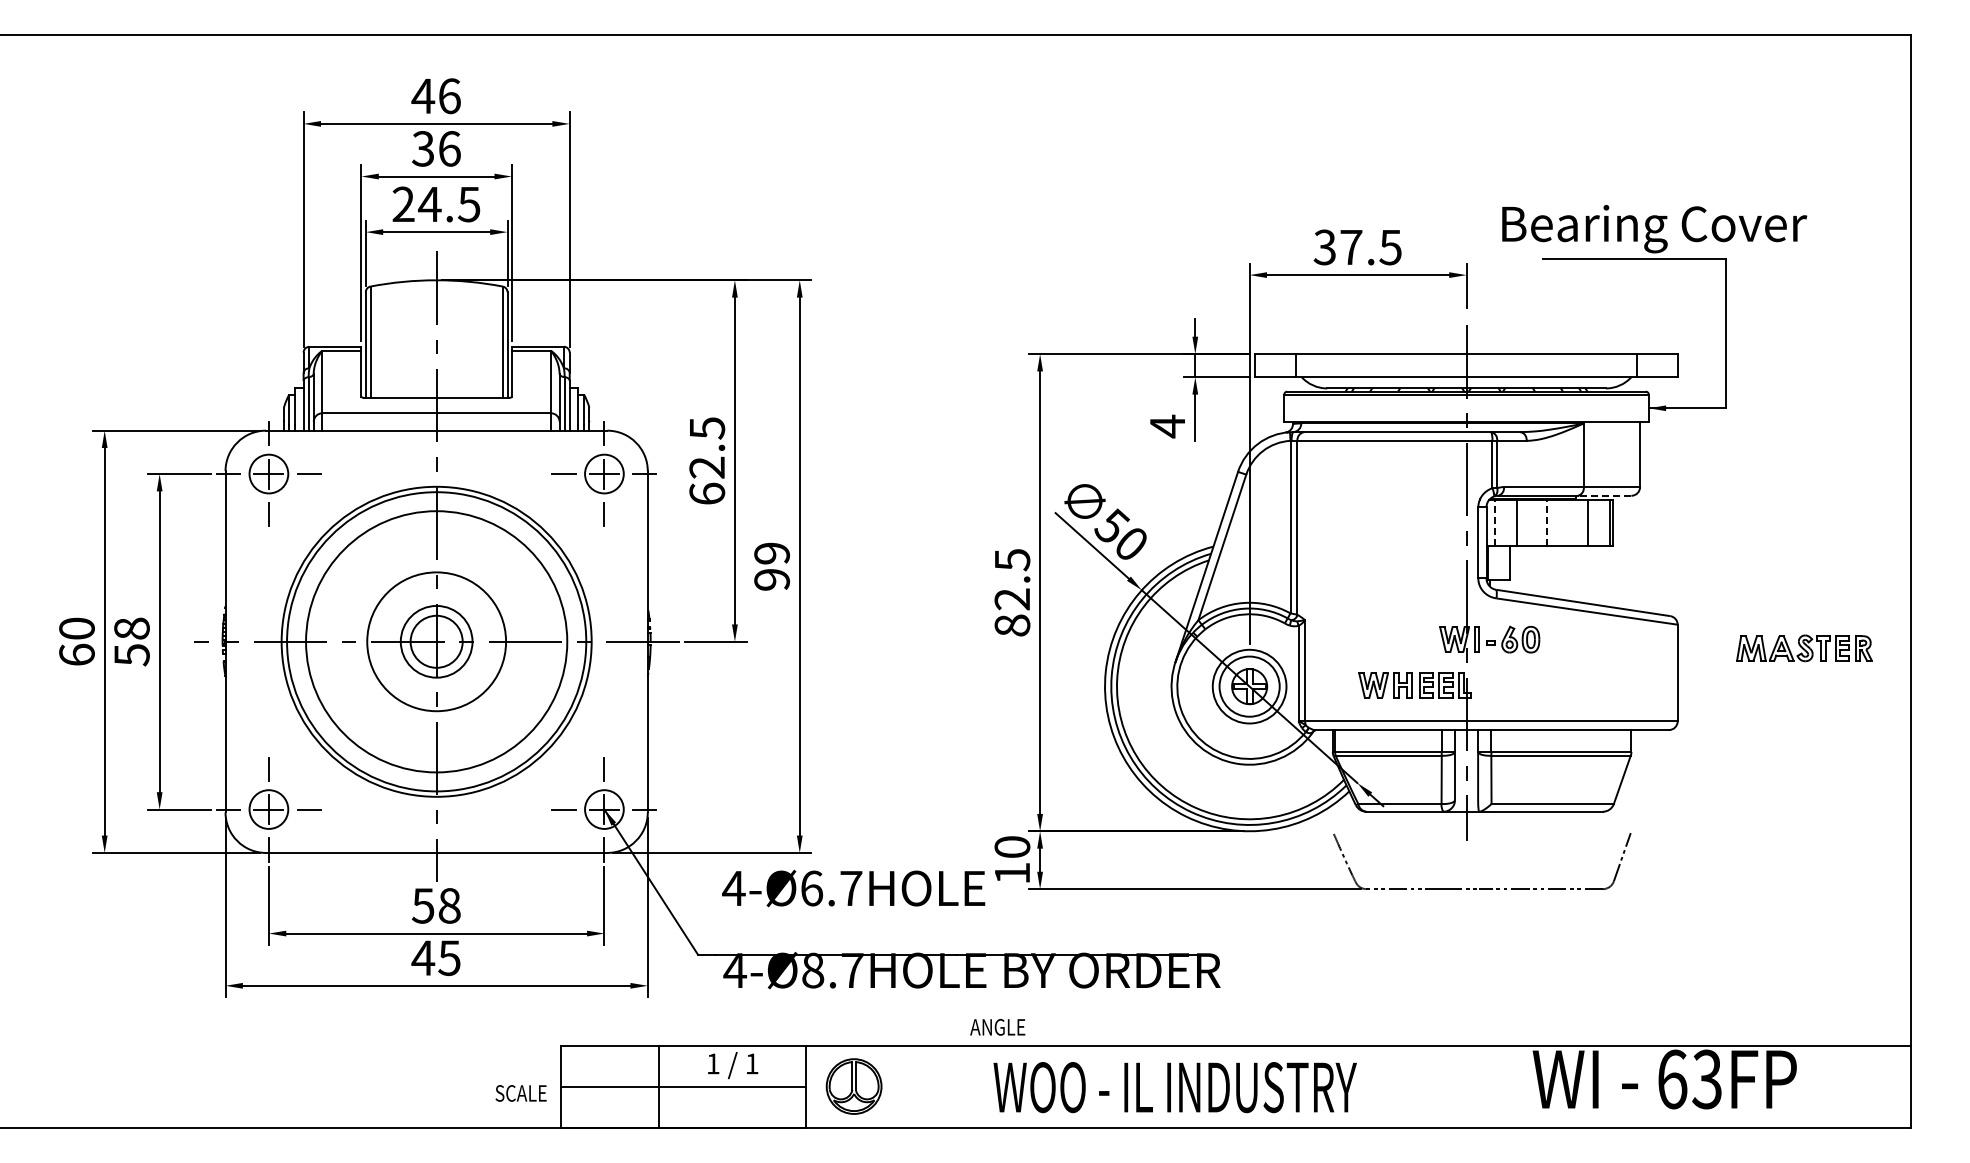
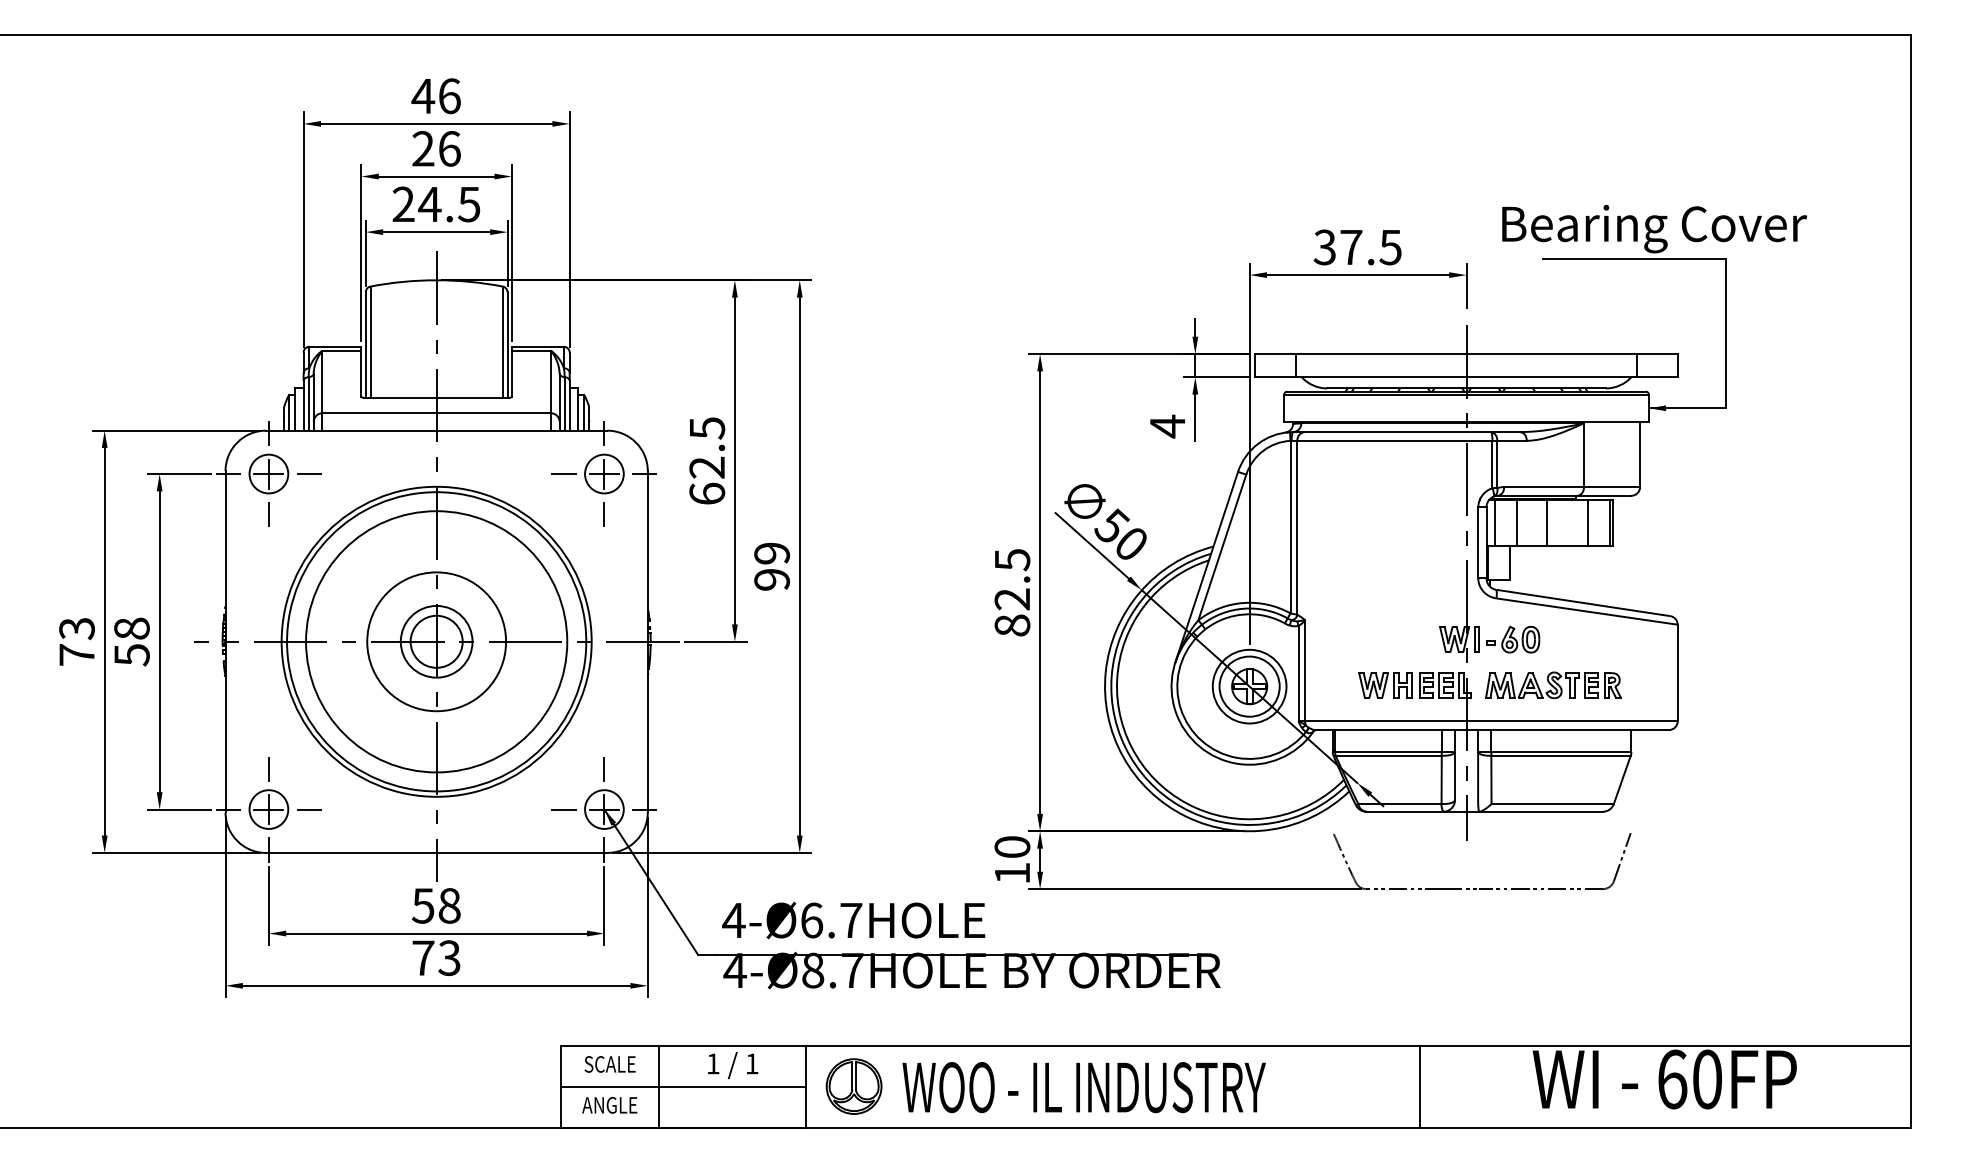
text at (423, 149): 36 -> 26
line at (1604, 495): dashed -> solid
line at (1495, 522): dashed -> solid
line at (1547, 522): dashed -> solid
text at (76, 641): 60 -> 73
part at (1804, 648) position: (1804, 648) -> (1553, 685)
text at (853, 888) position: (853, 888) -> (853, 920)
text at (435, 957): 45 -> 73
text at (997, 1027) position: (997, 1027) -> (609, 1105)
text at (1706, 1079): 63FP -> 60FP
line at (1420, 1086): none -> present
text at (1174, 1087) position: (1174, 1087) -> (1083, 1087)
text at (520, 1093) position: (520, 1093) -> (609, 1064)
